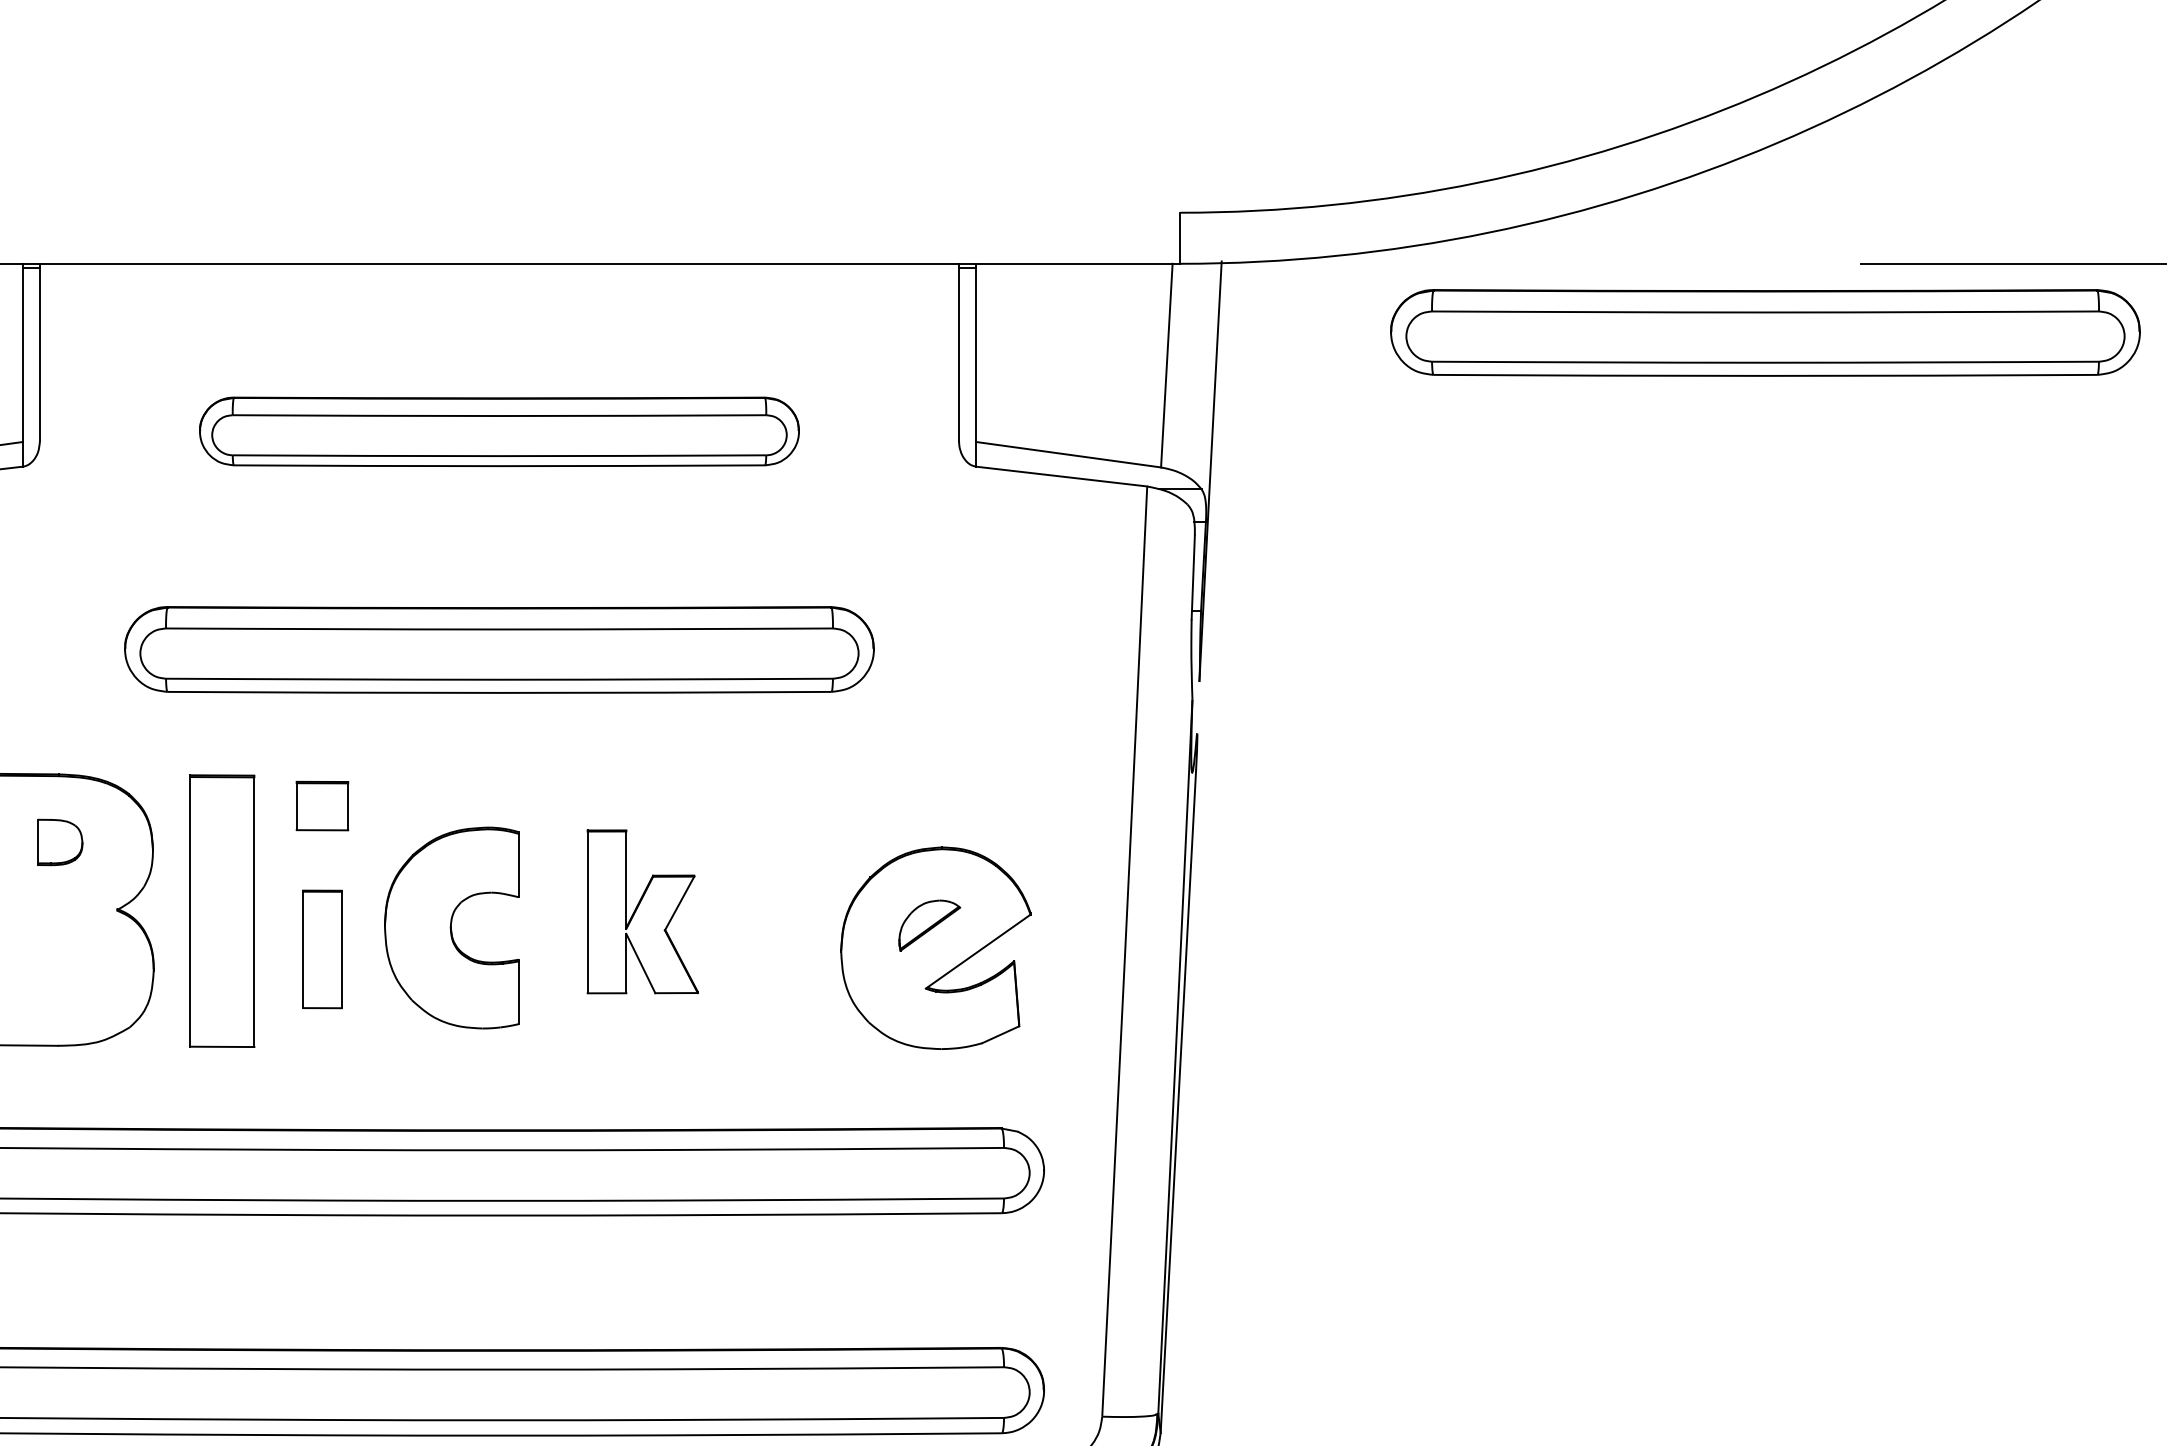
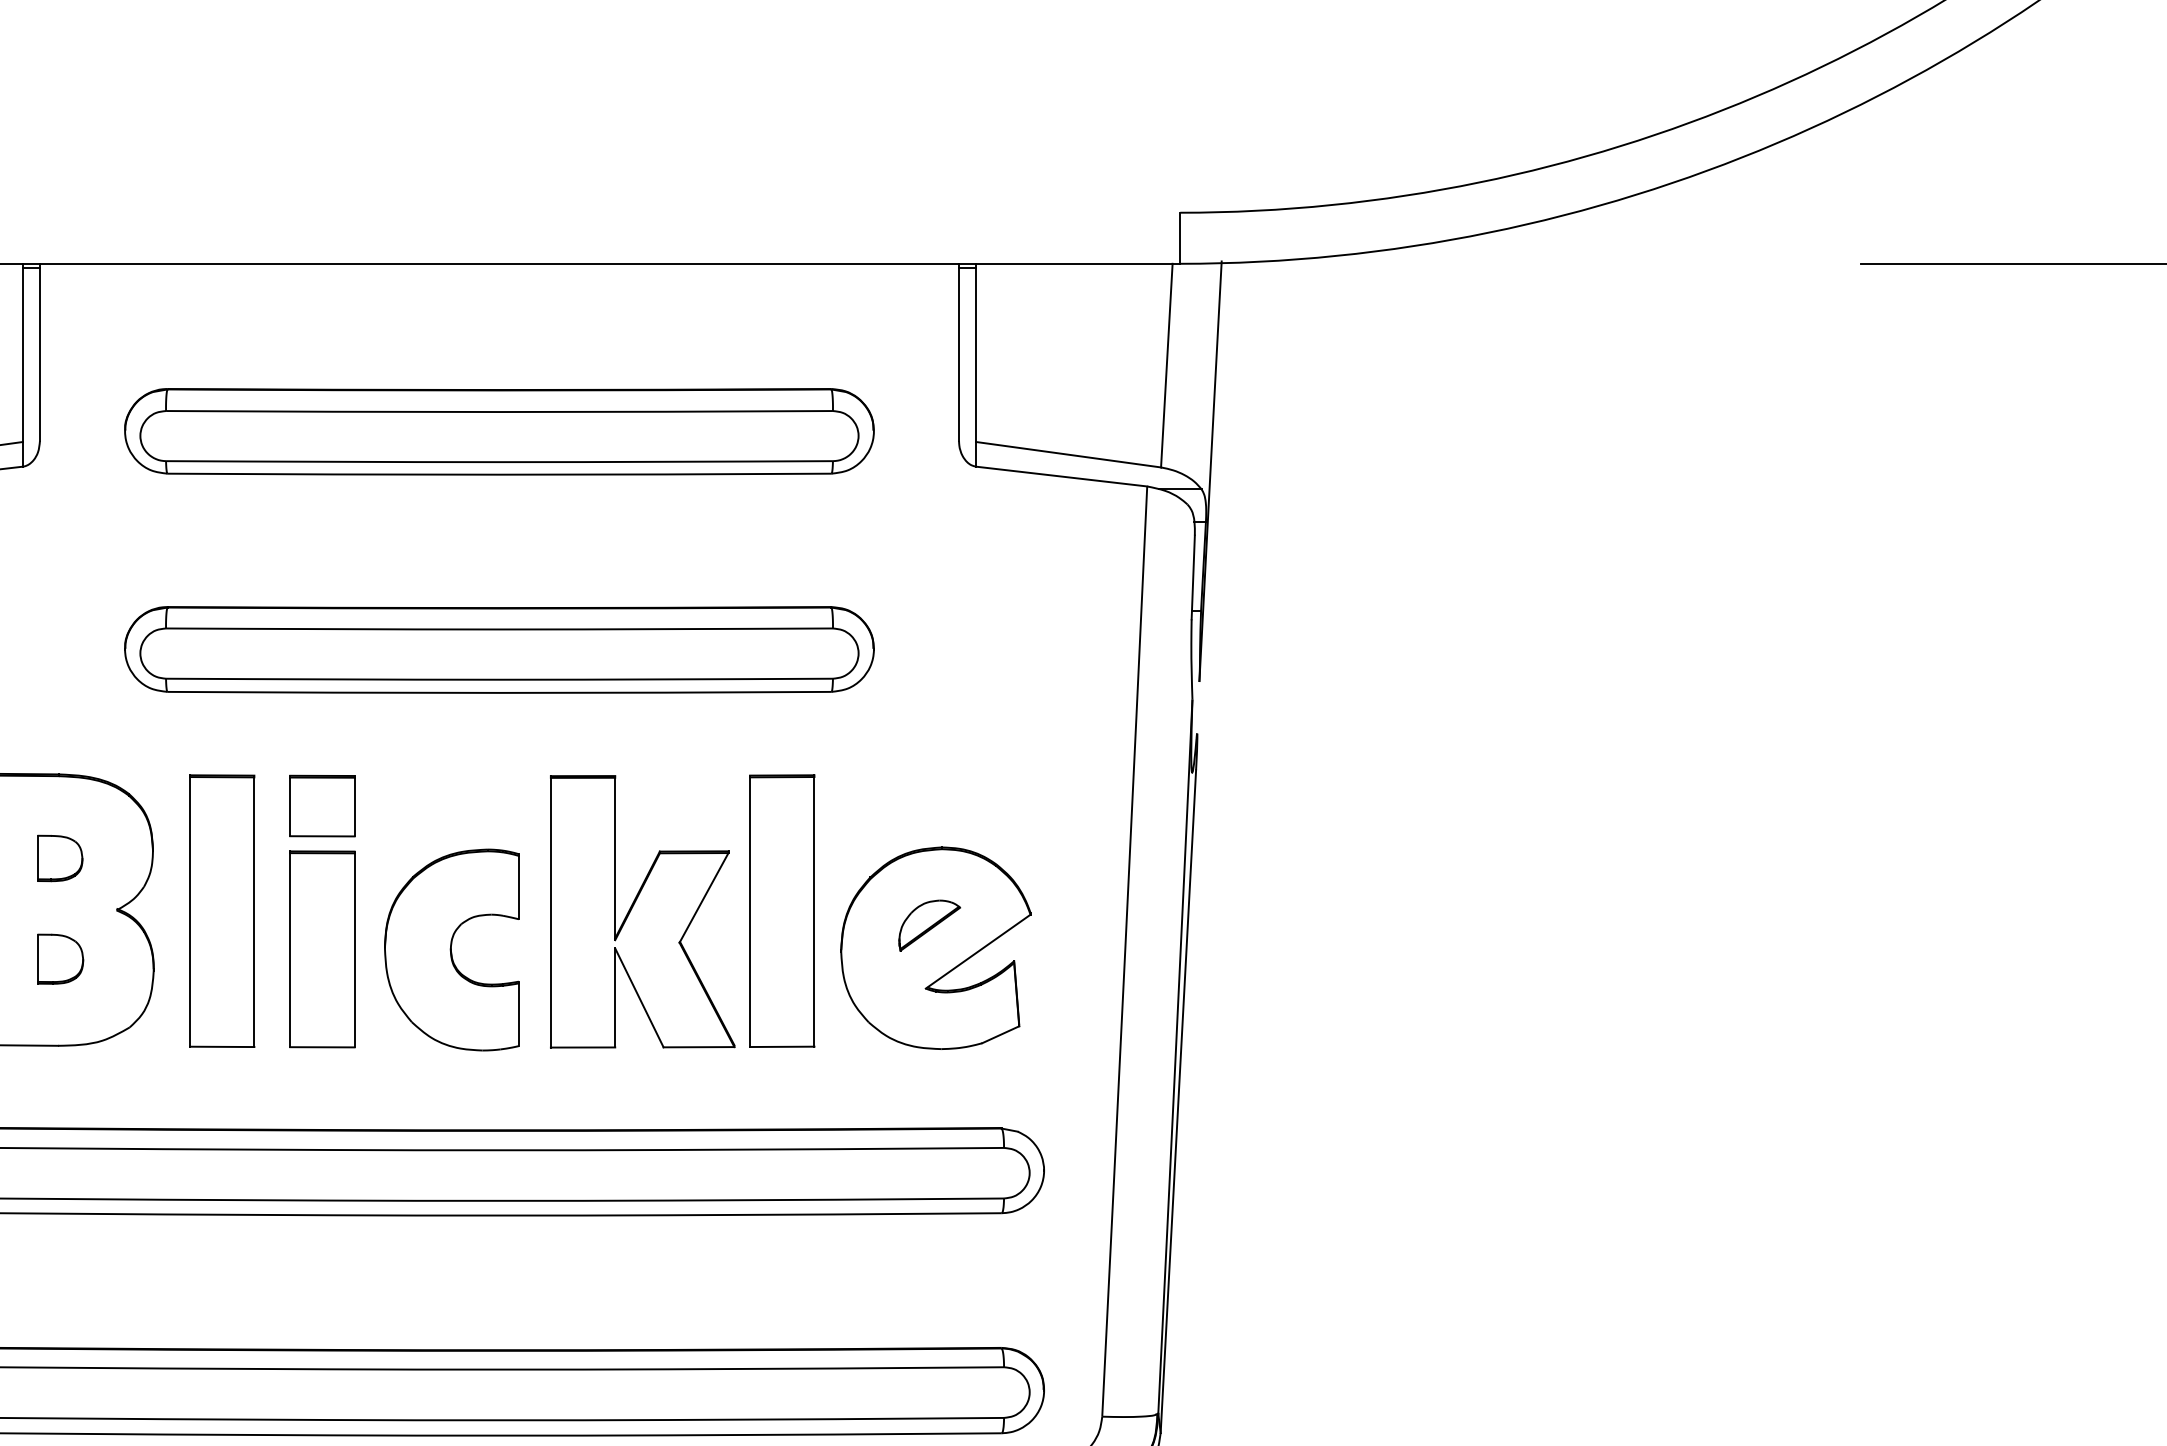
part at (1765, 332): present -> none
part at (499, 431) size: 601x71 px -> 751x88 px
part at (322, 805) size: 55x52 px -> 67x64 px
part at (60, 842) position: (60, 842) -> (60, 858)
part at (782, 910): none -> present
part at (642, 911) size: 113x166 px -> 186x274 px
part at (451, 927) position: (451, 927) -> (451, 949)
part at (322, 949) size: 41x121 px -> 67x199 px
part at (60, 958): none -> present
